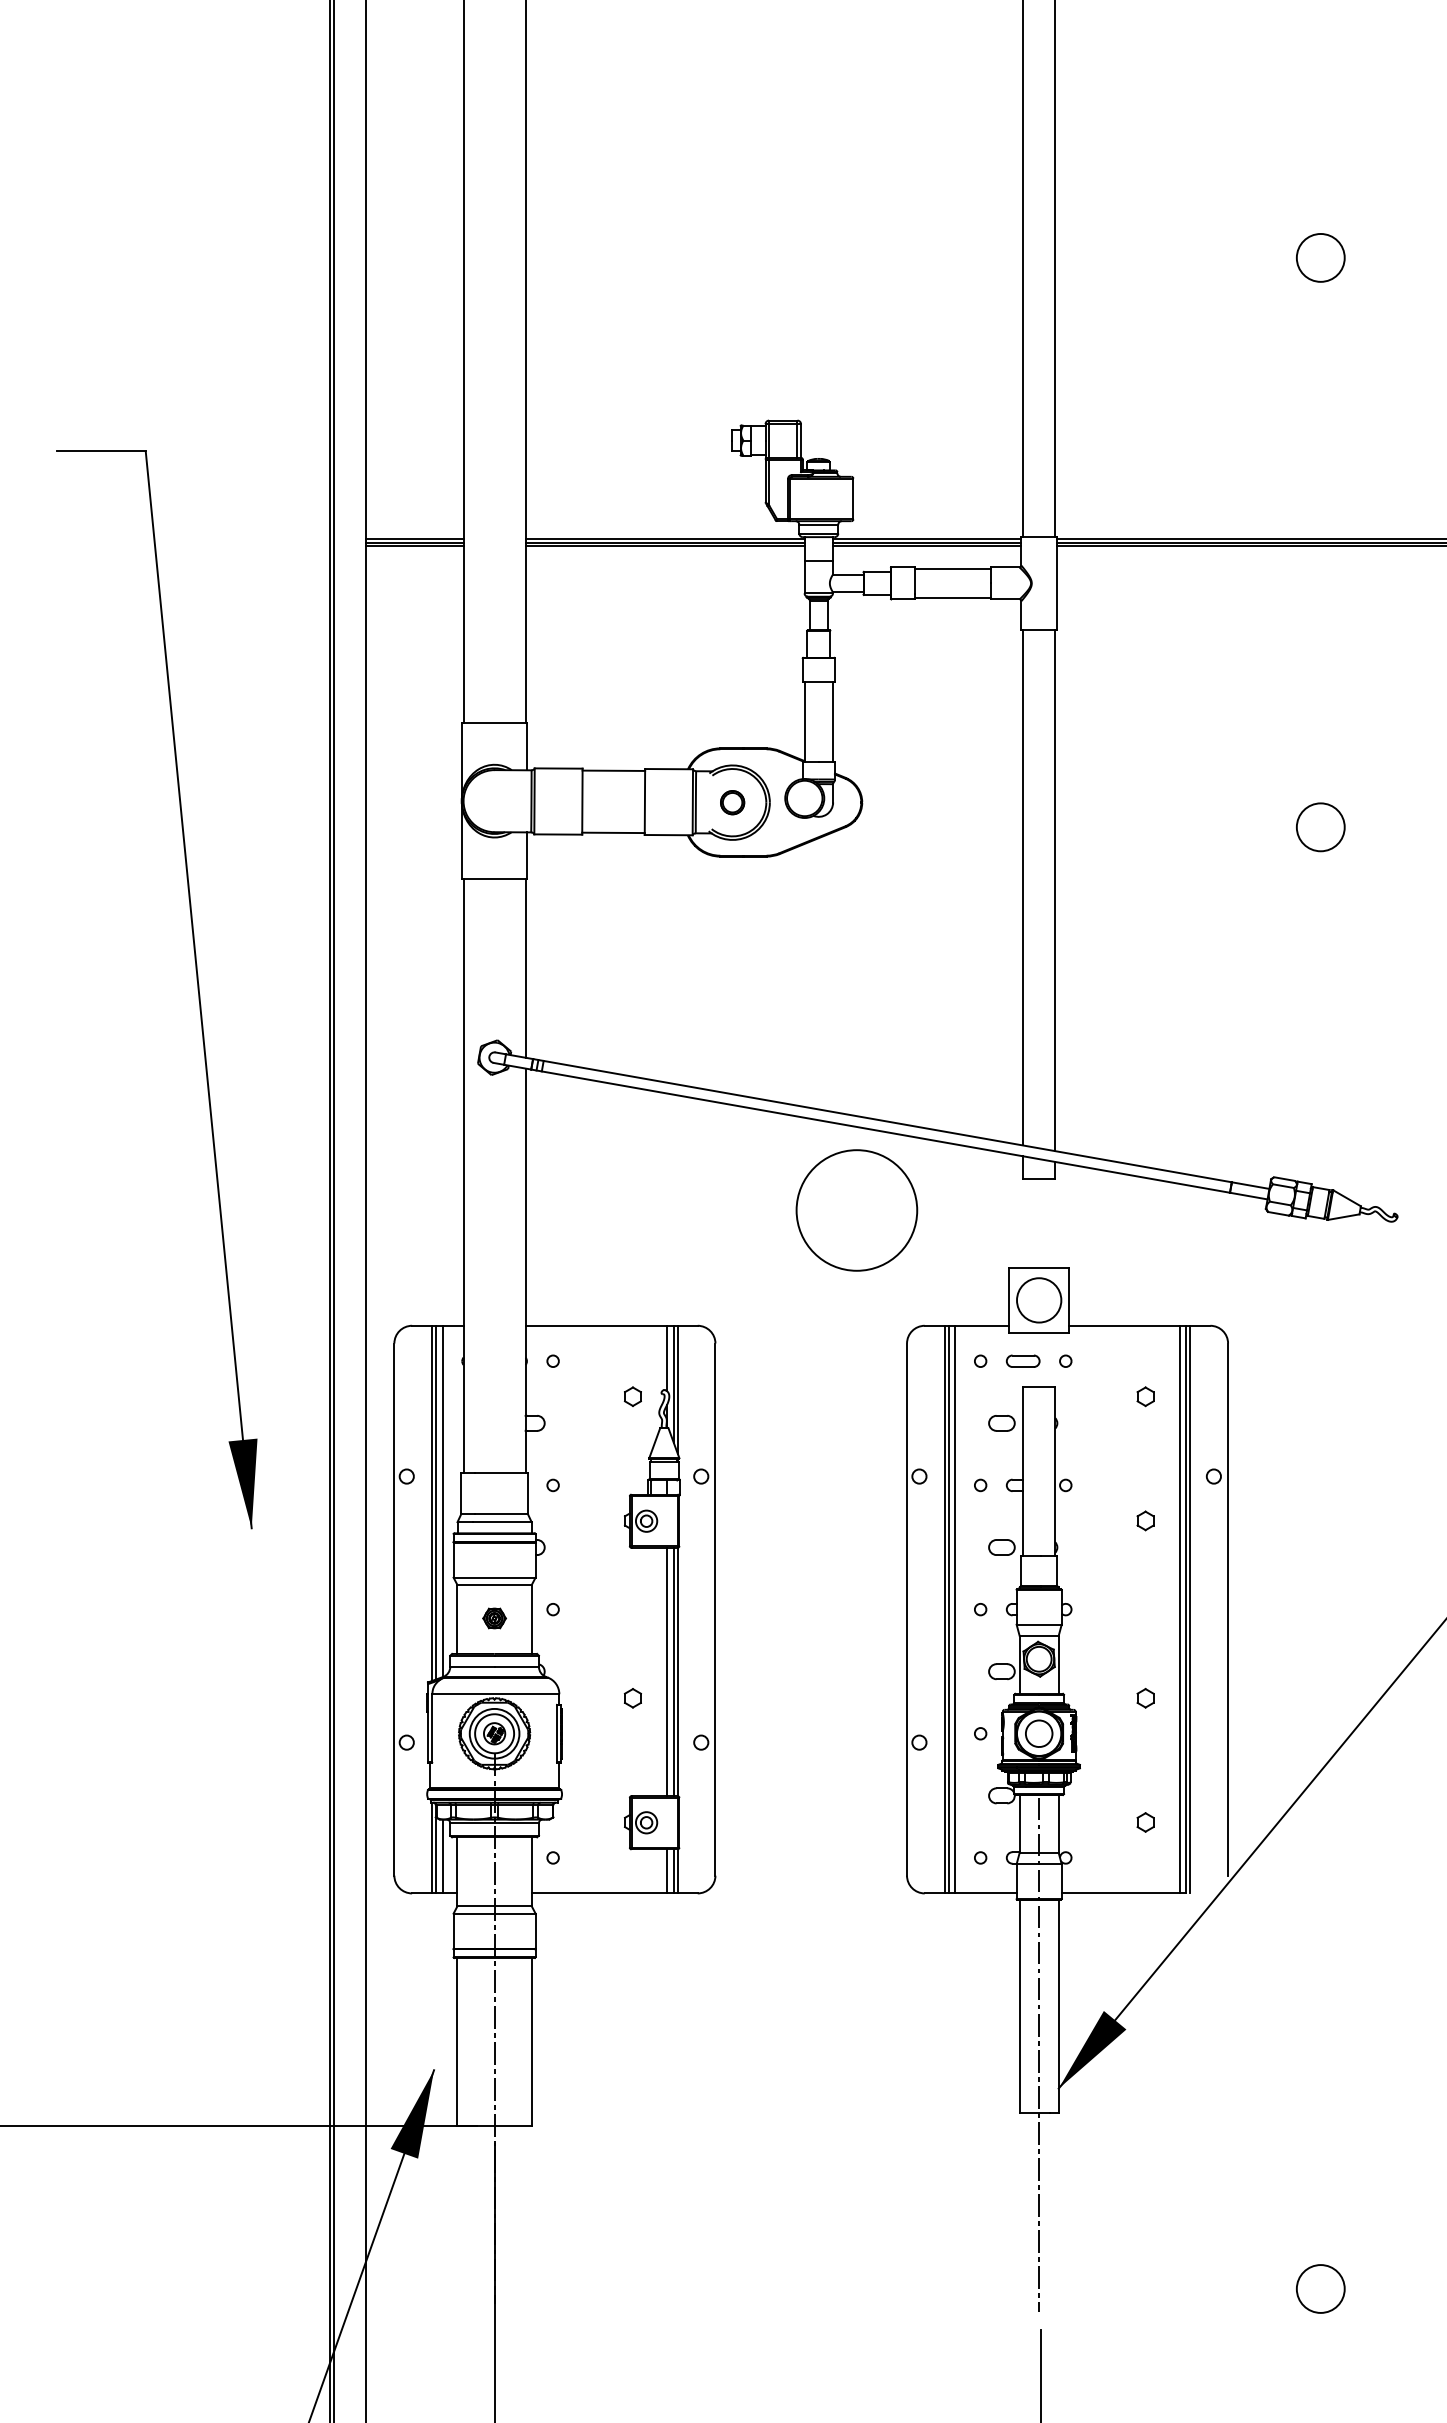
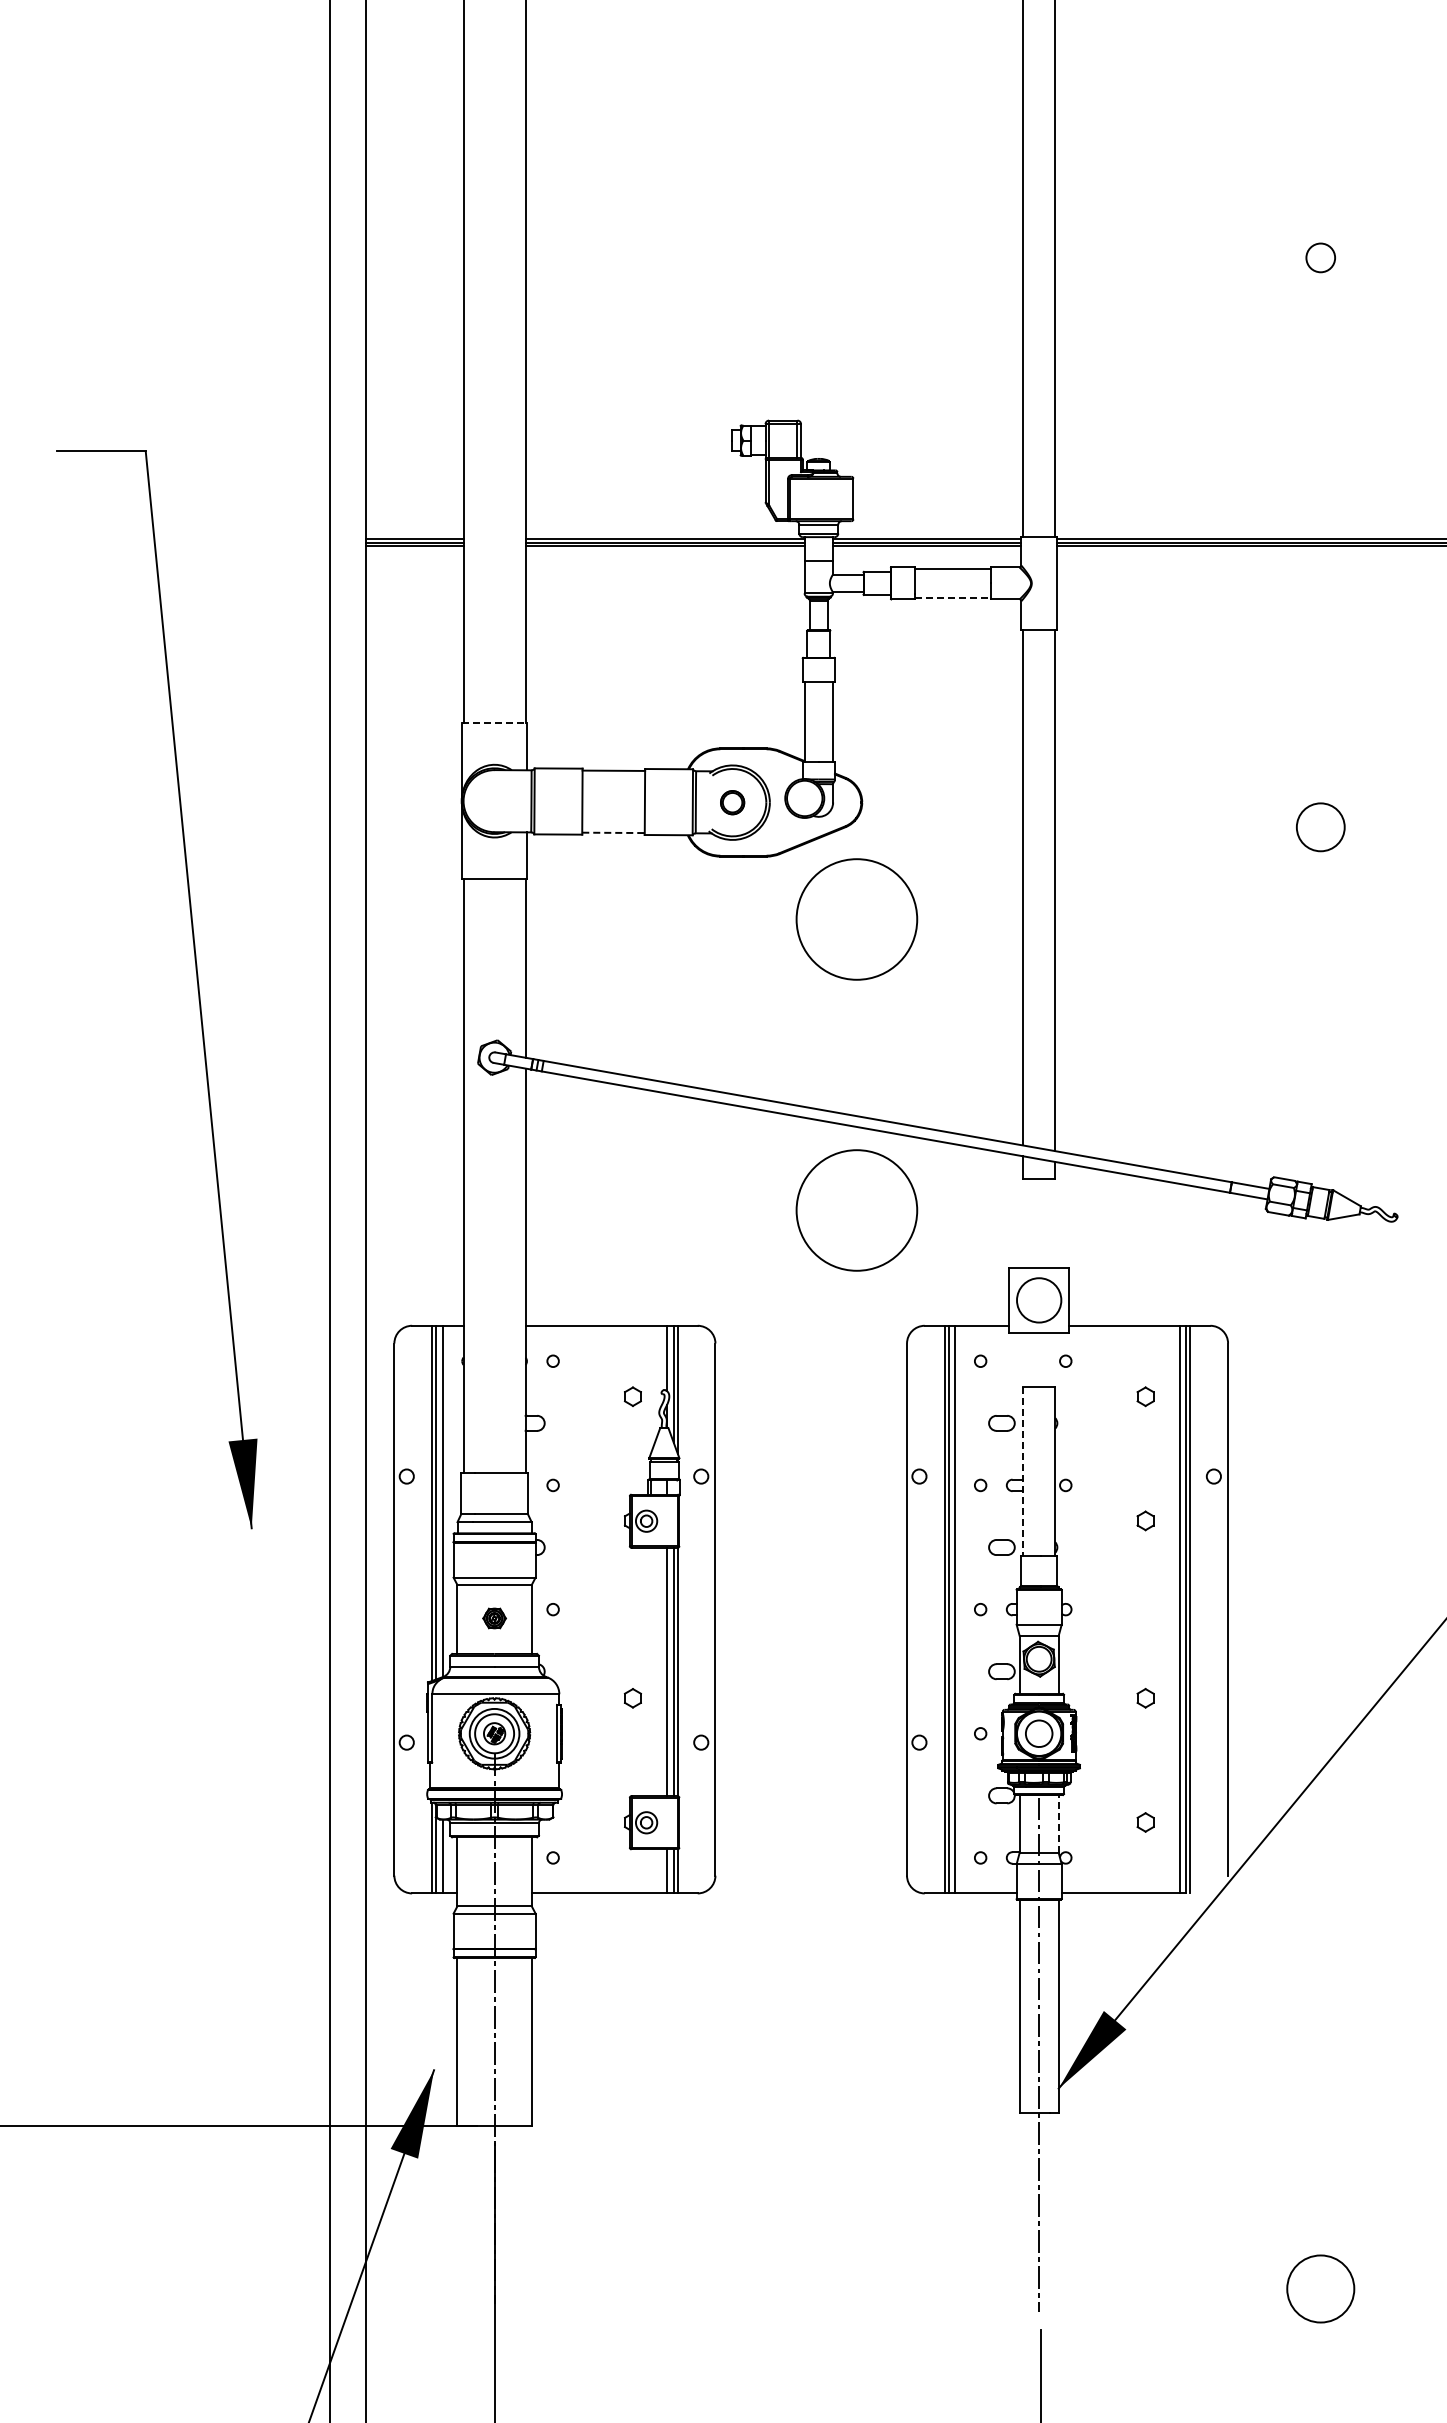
circle at (1320, 257) diameter: 48 px -> 29 px
line at (953, 597): solid -> dashed
line at (494, 723): solid -> dashed
line at (614, 832): solid -> dashed
circle at (856, 919): none -> present
line at (333, 1210): present -> none
part at (1022, 1360): present -> none
line at (1023, 1471): solid -> dashed
line at (1058, 1823): solid -> dashed
circle at (1320, 2288) diameter: 48 px -> 67 px
